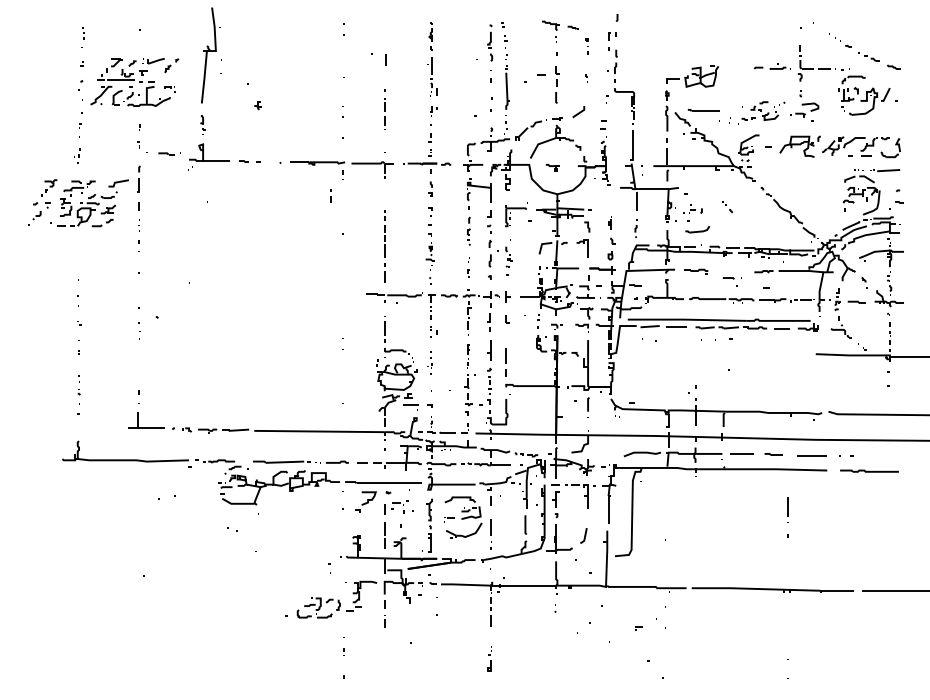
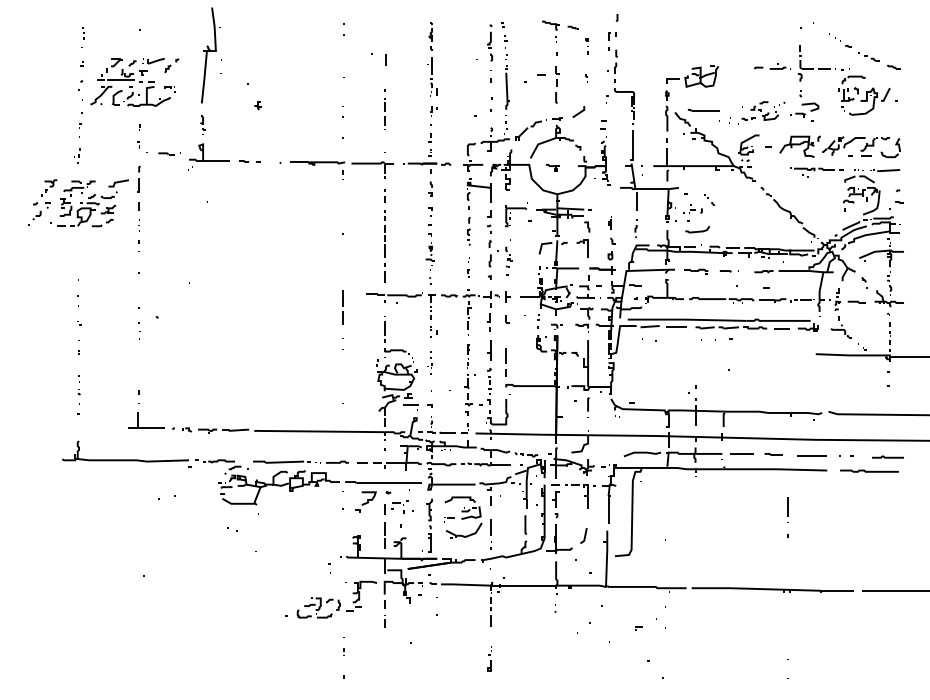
part at (816, 172): none -> present
line at (330, 196) position: (330, 196) -> (384, 196)
part at (727, 207) position: (727, 207) -> (709, 200)
part at (731, 278) position: (731, 278) -> (728, 271)
line at (342, 306): none -> present
line at (887, 456): none -> present
